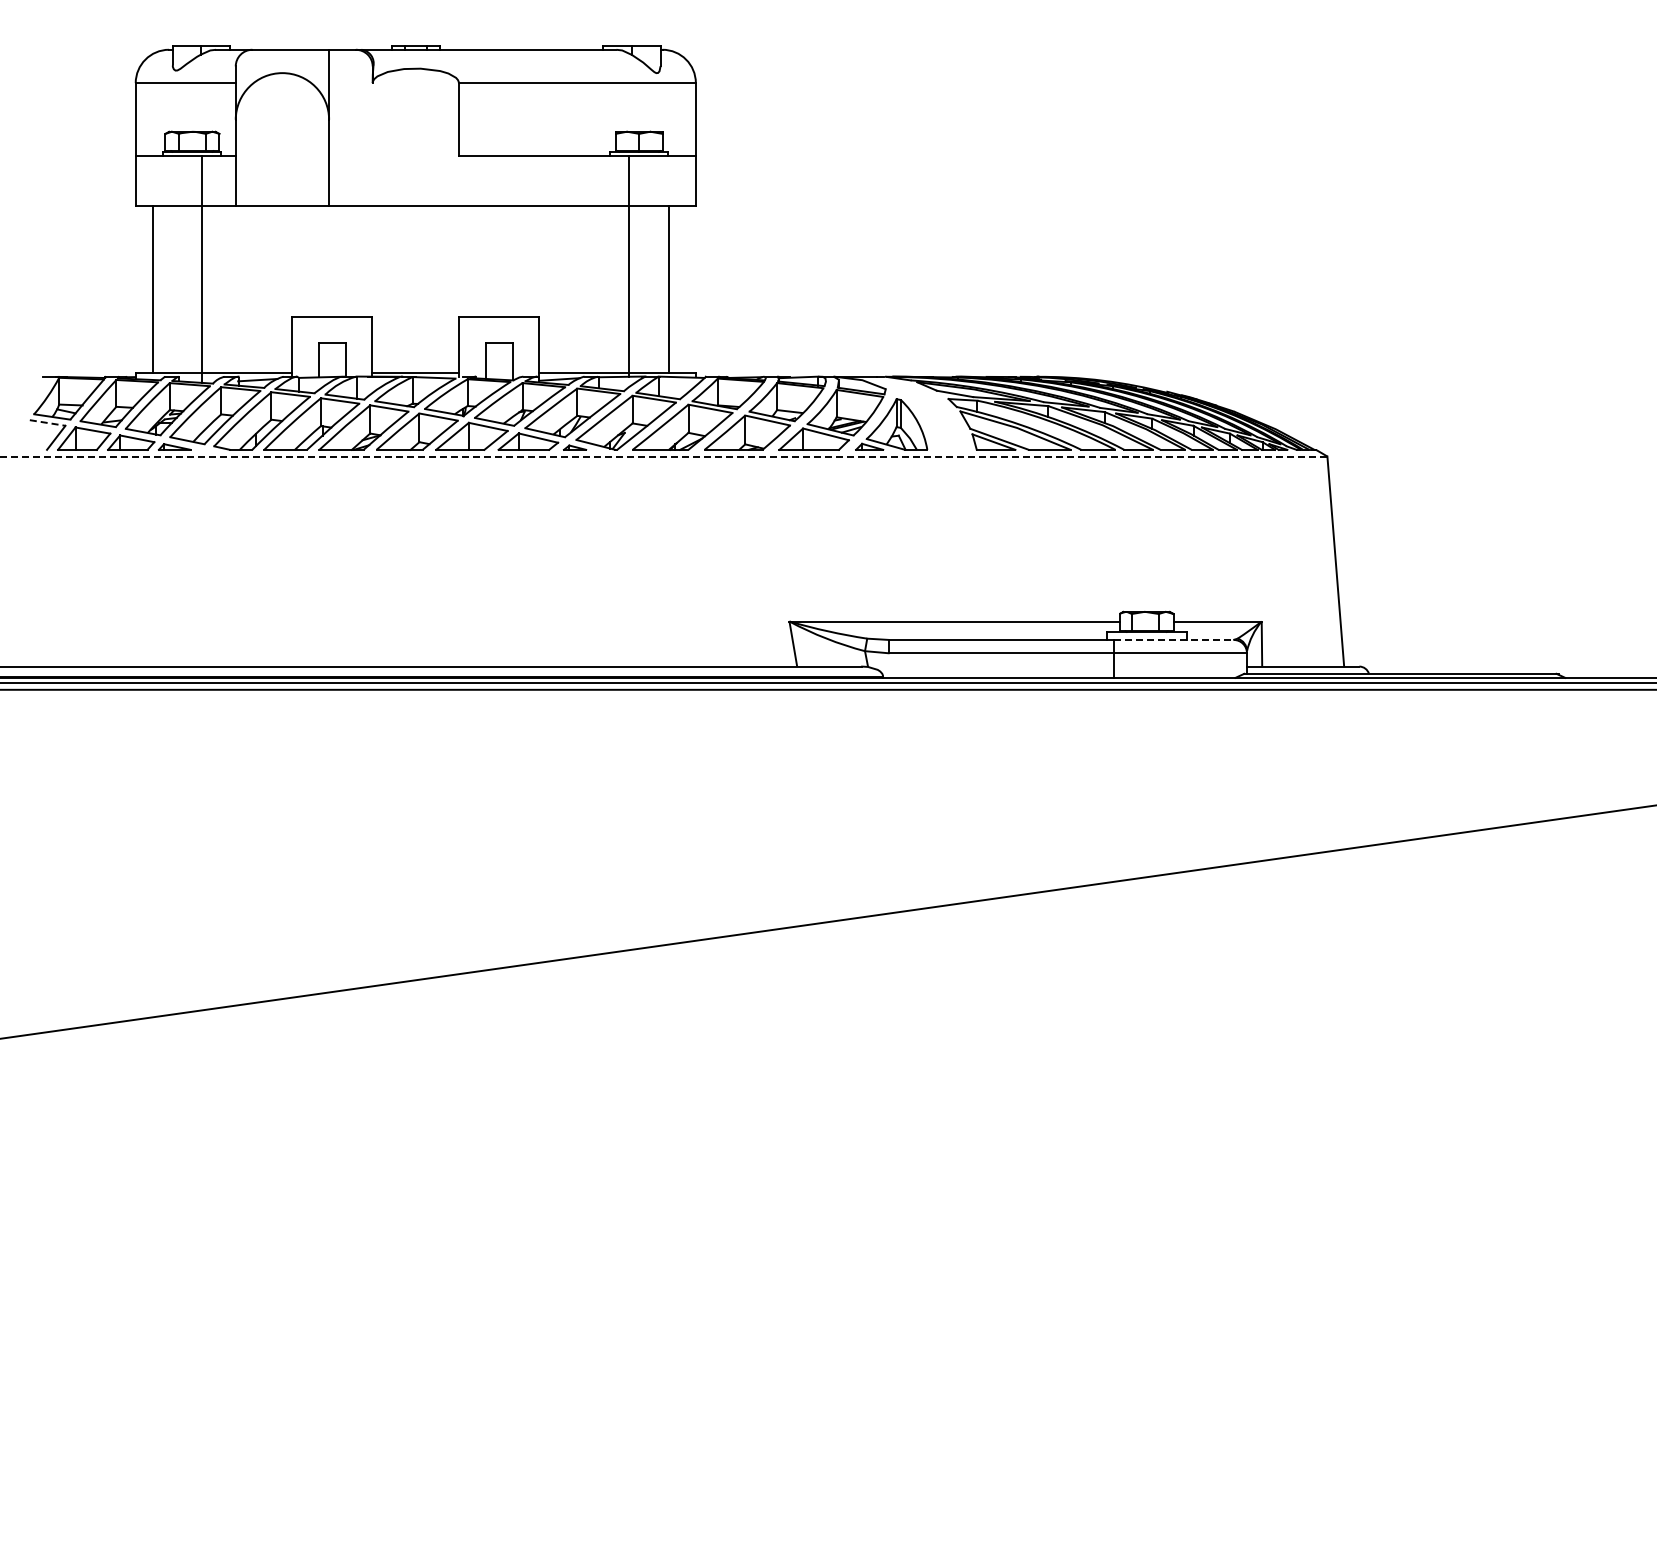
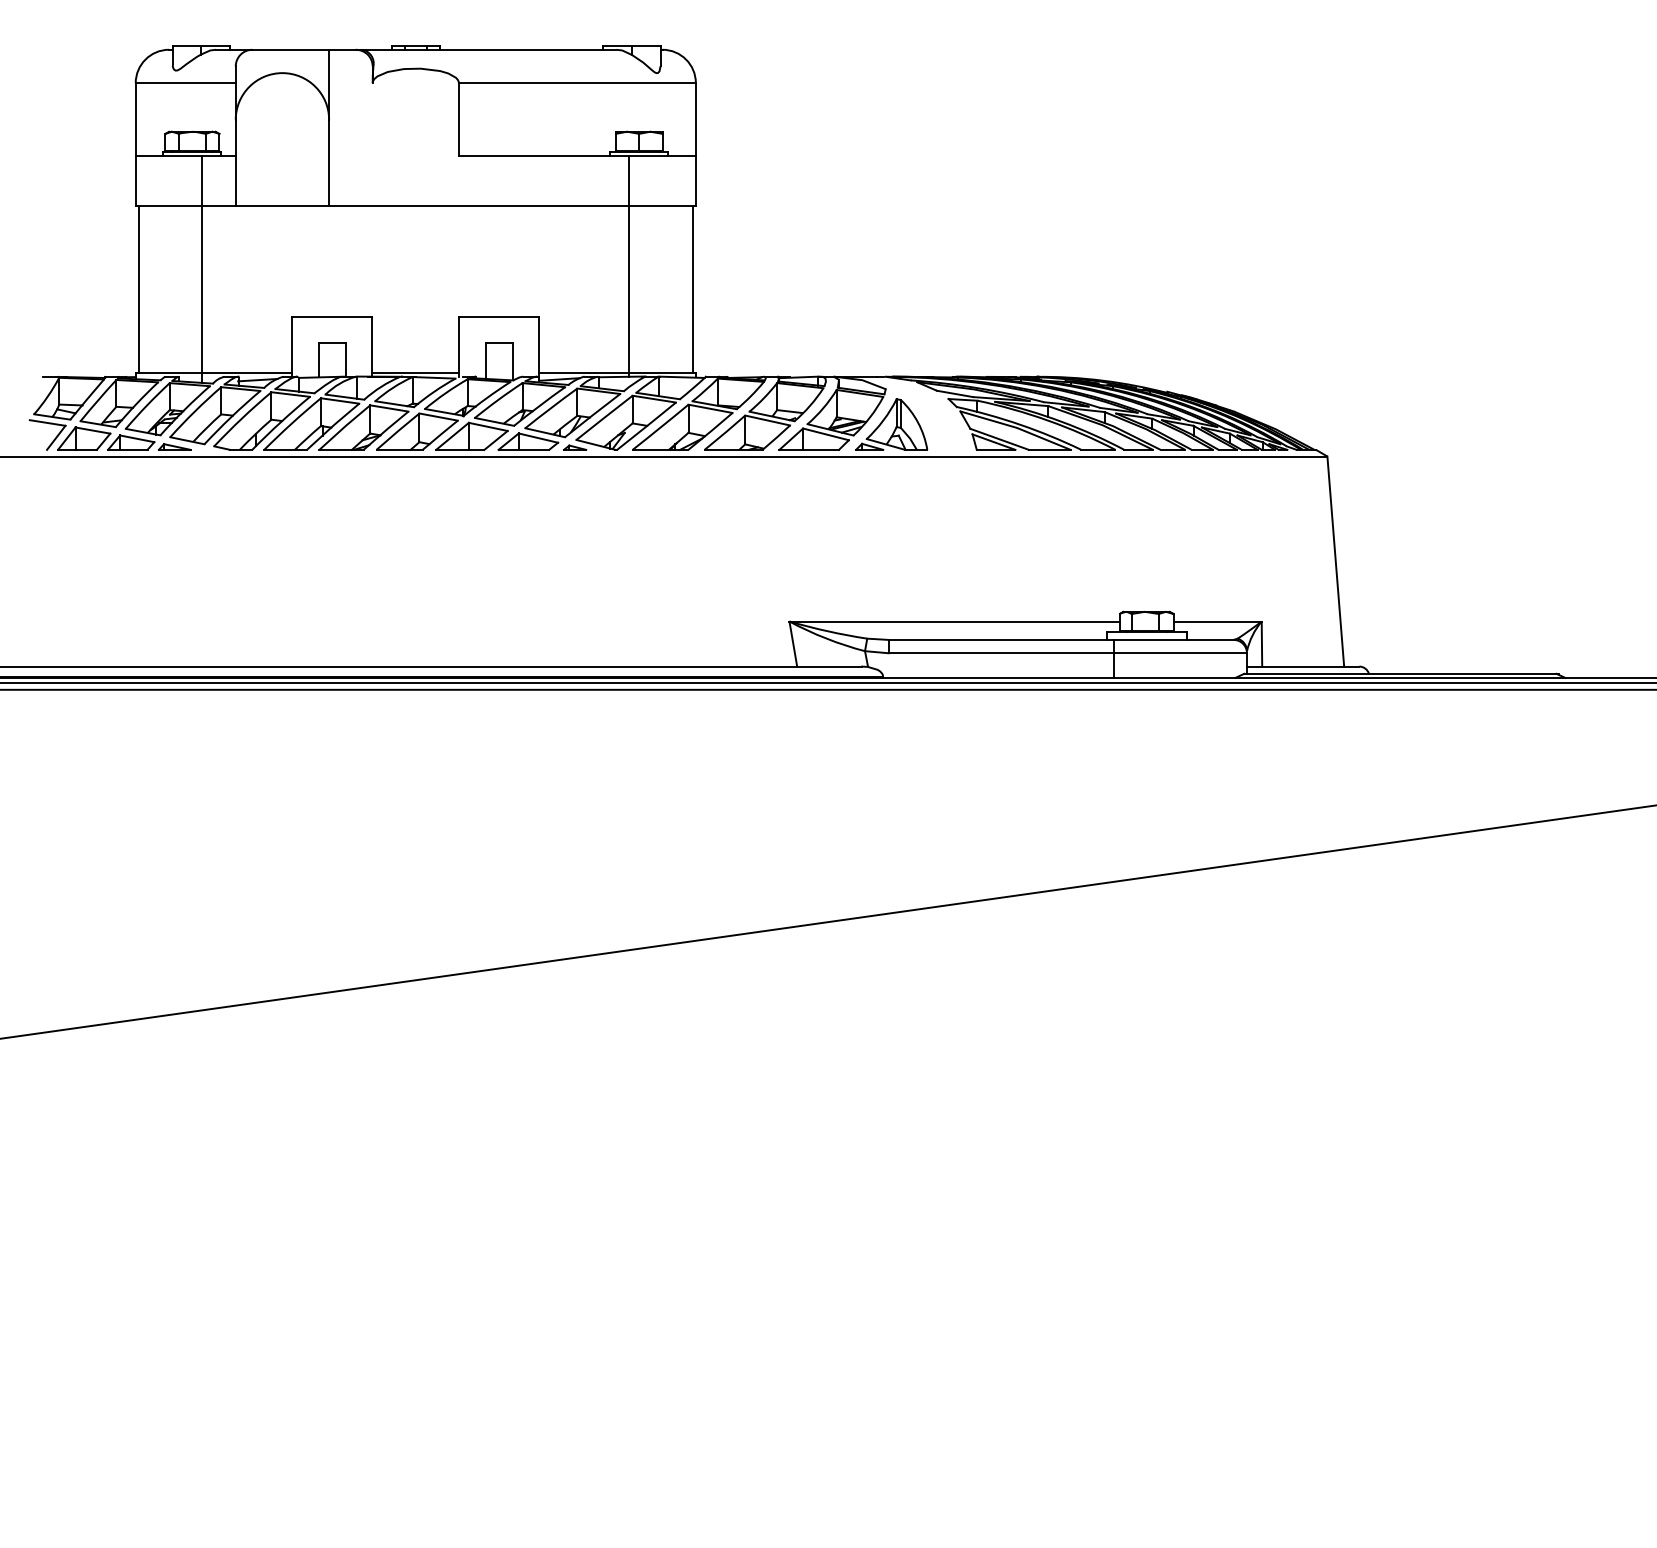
line at (153, 289) position: (153, 289) -> (139, 289)
line at (668, 289) position: (668, 289) -> (692, 289)
line at (48, 423): dashed -> solid
line at (663, 456): dashed -> solid
line at (1174, 639): dashed -> solid
